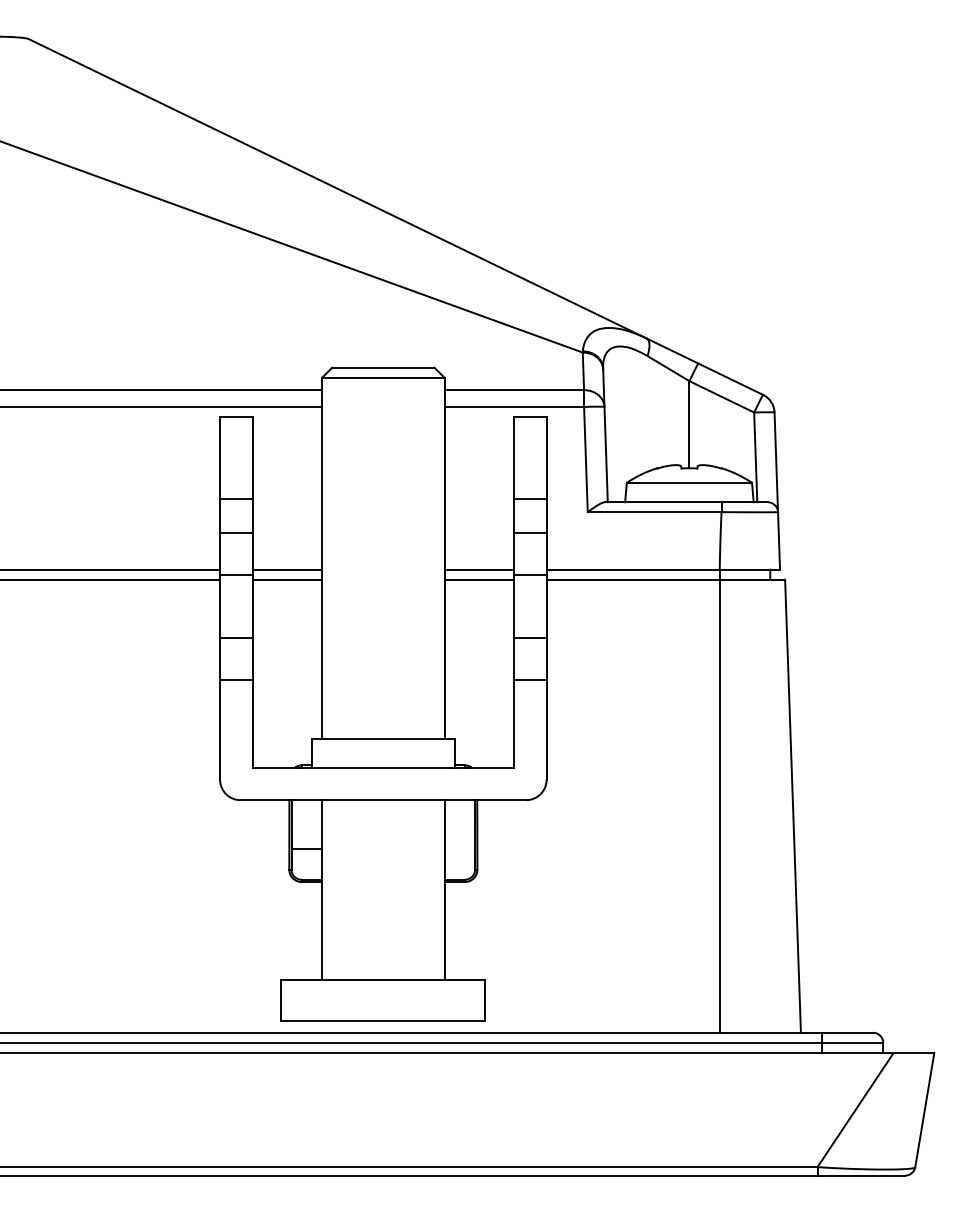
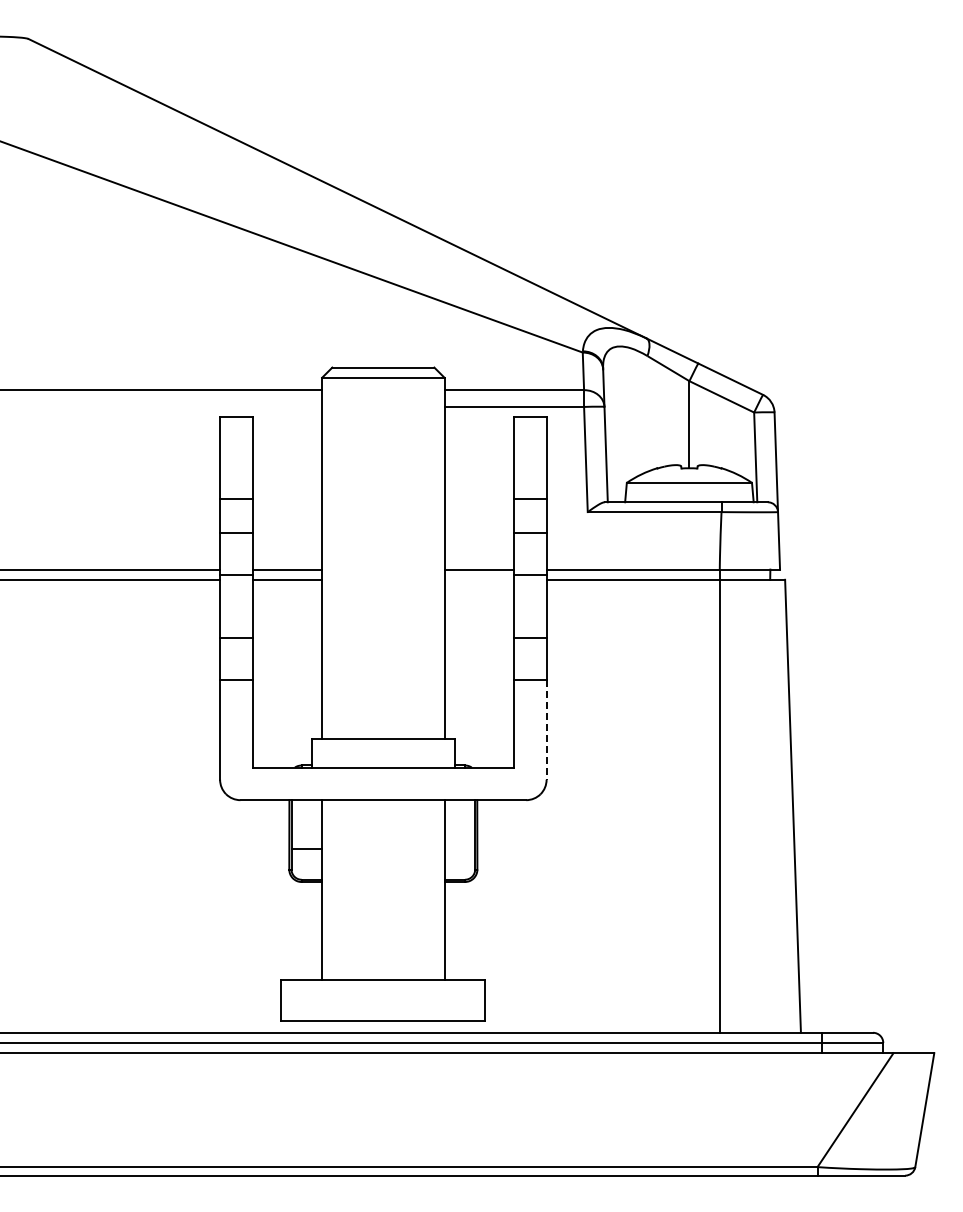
line at (162, 406): present -> none
line at (478, 579): present -> none
line at (546, 729): solid -> dashed
